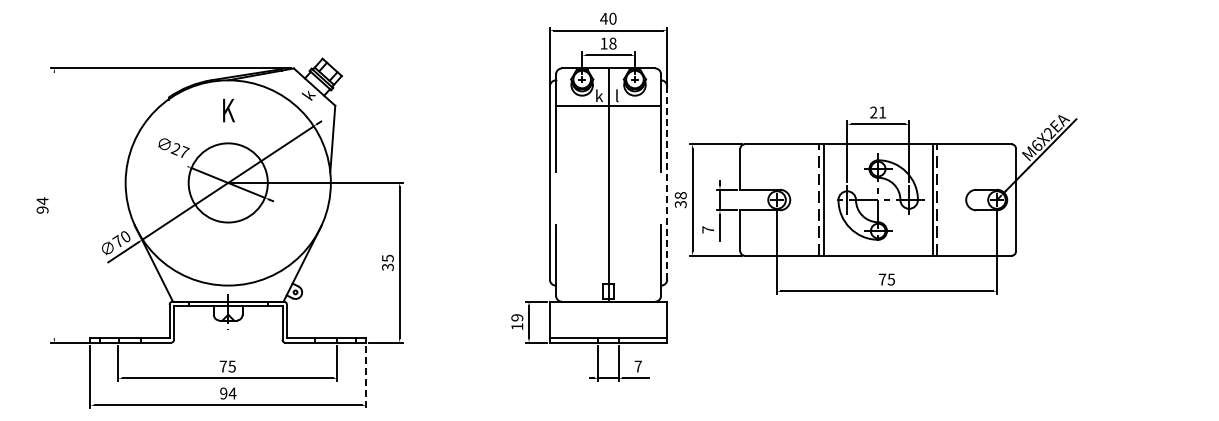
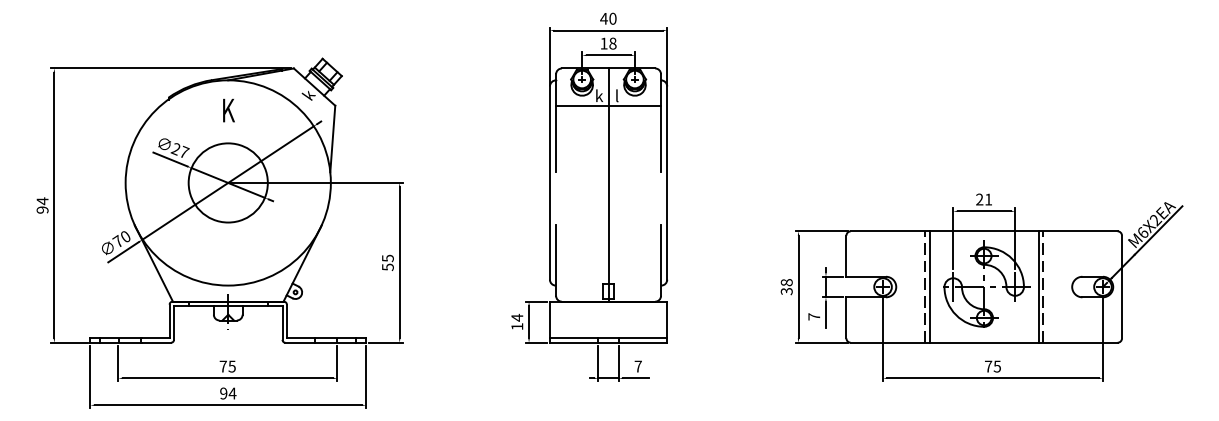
line at (170, 159): none -> present
line at (667, 183): dashed -> solid
part at (875, 200) position: (875, 200) -> (981, 287)
line at (54, 205): none -> present
text at (387, 266): 35 -> 55
text at (517, 317): 19 -> 14
line at (366, 377): dashed -> solid
